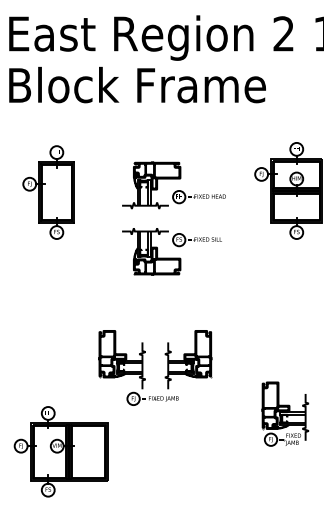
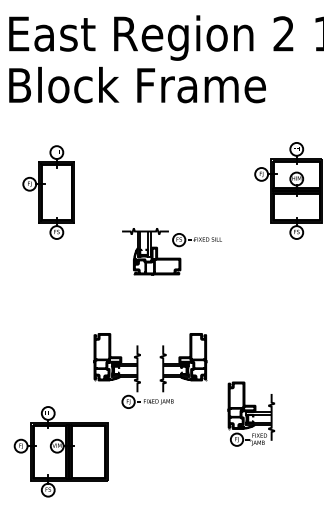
part at (173, 185): present -> none
part at (143, 367) position: (143, 367) -> (138, 370)
part at (285, 413) position: (285, 413) -> (251, 413)
